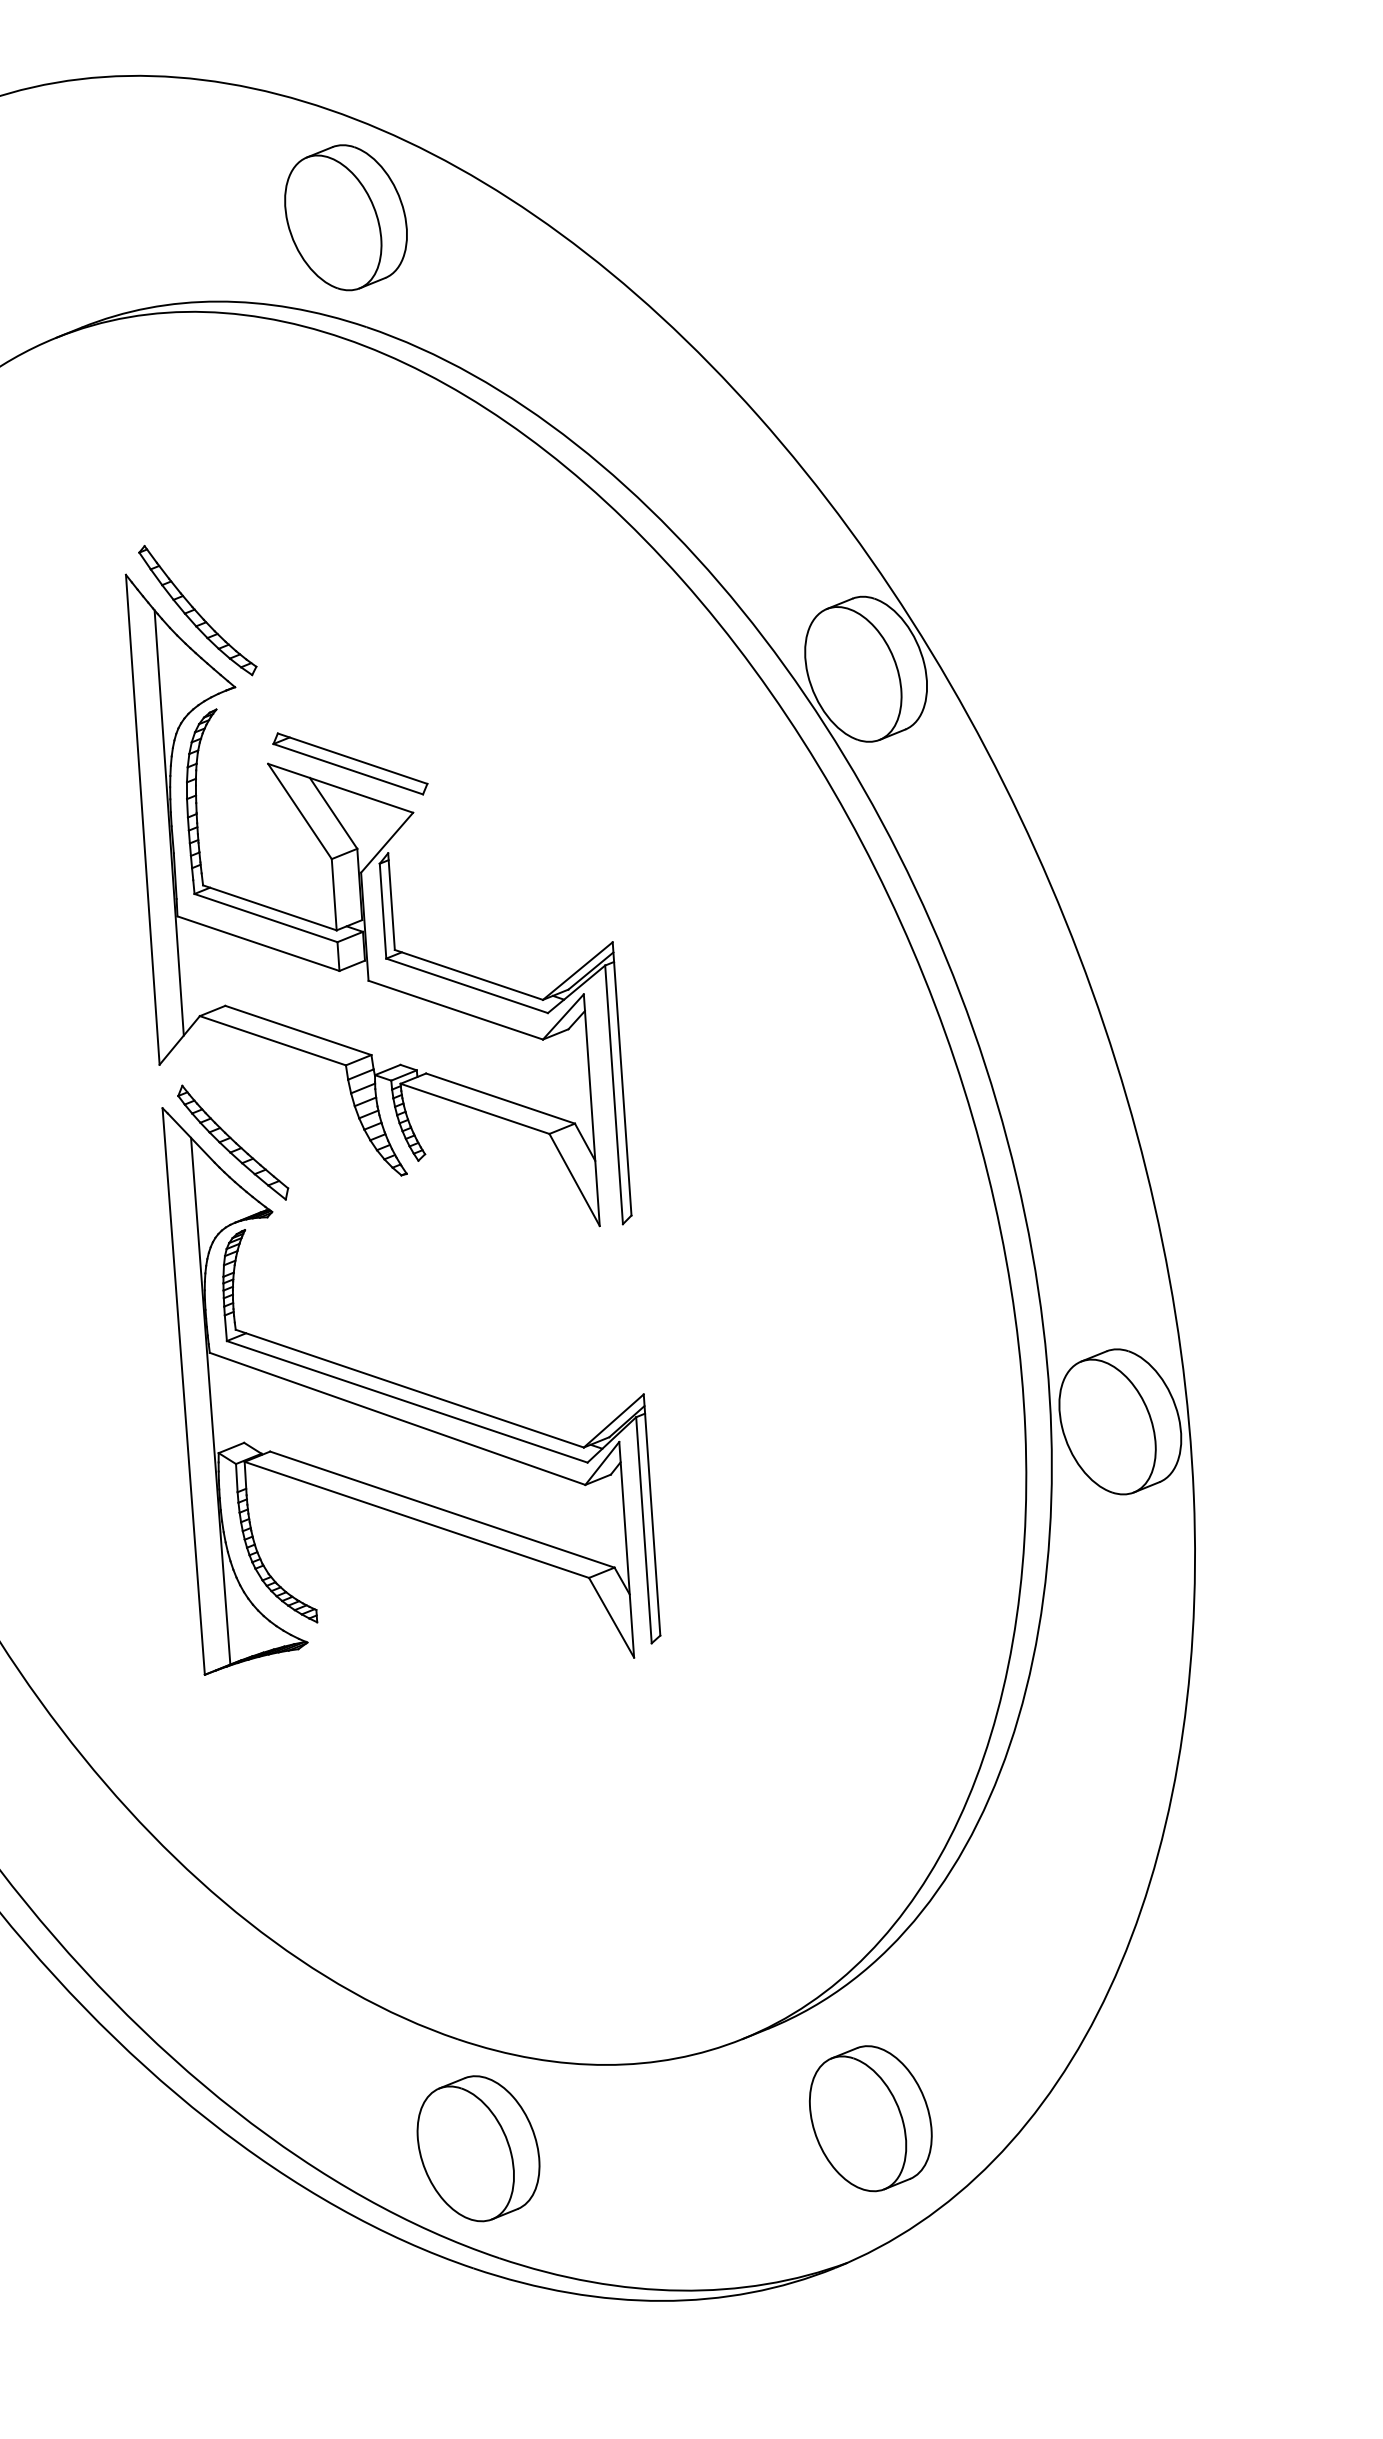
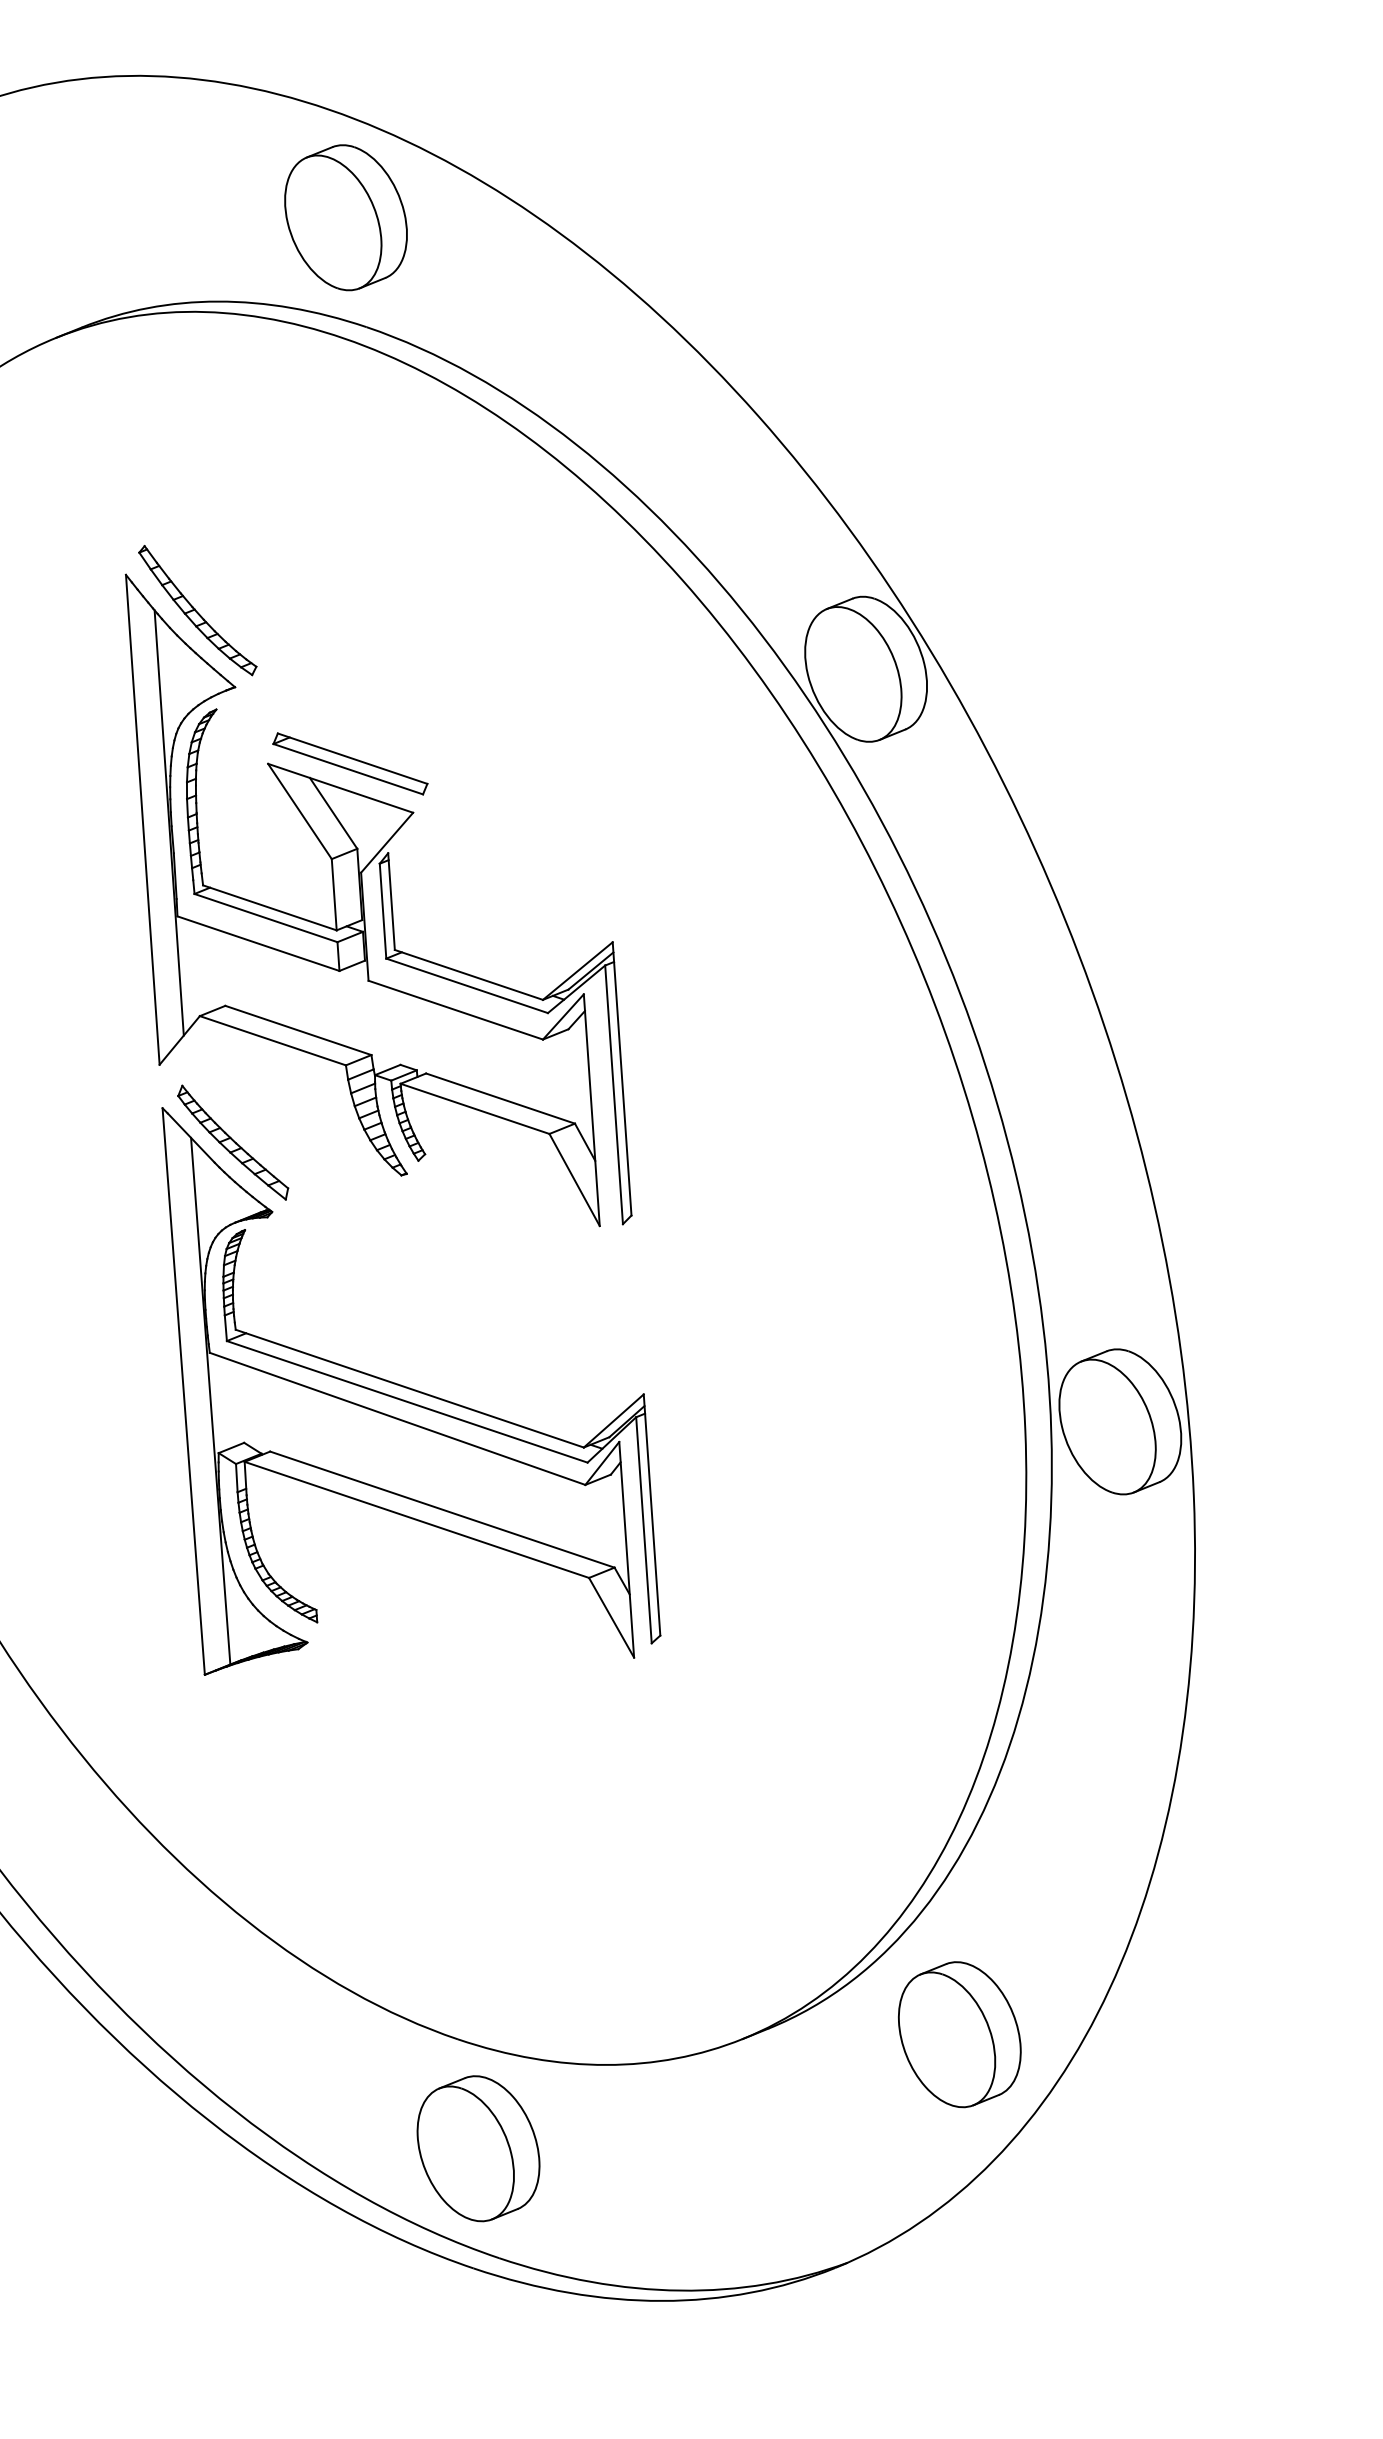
part at (870, 2118) position: (870, 2118) -> (959, 2034)
